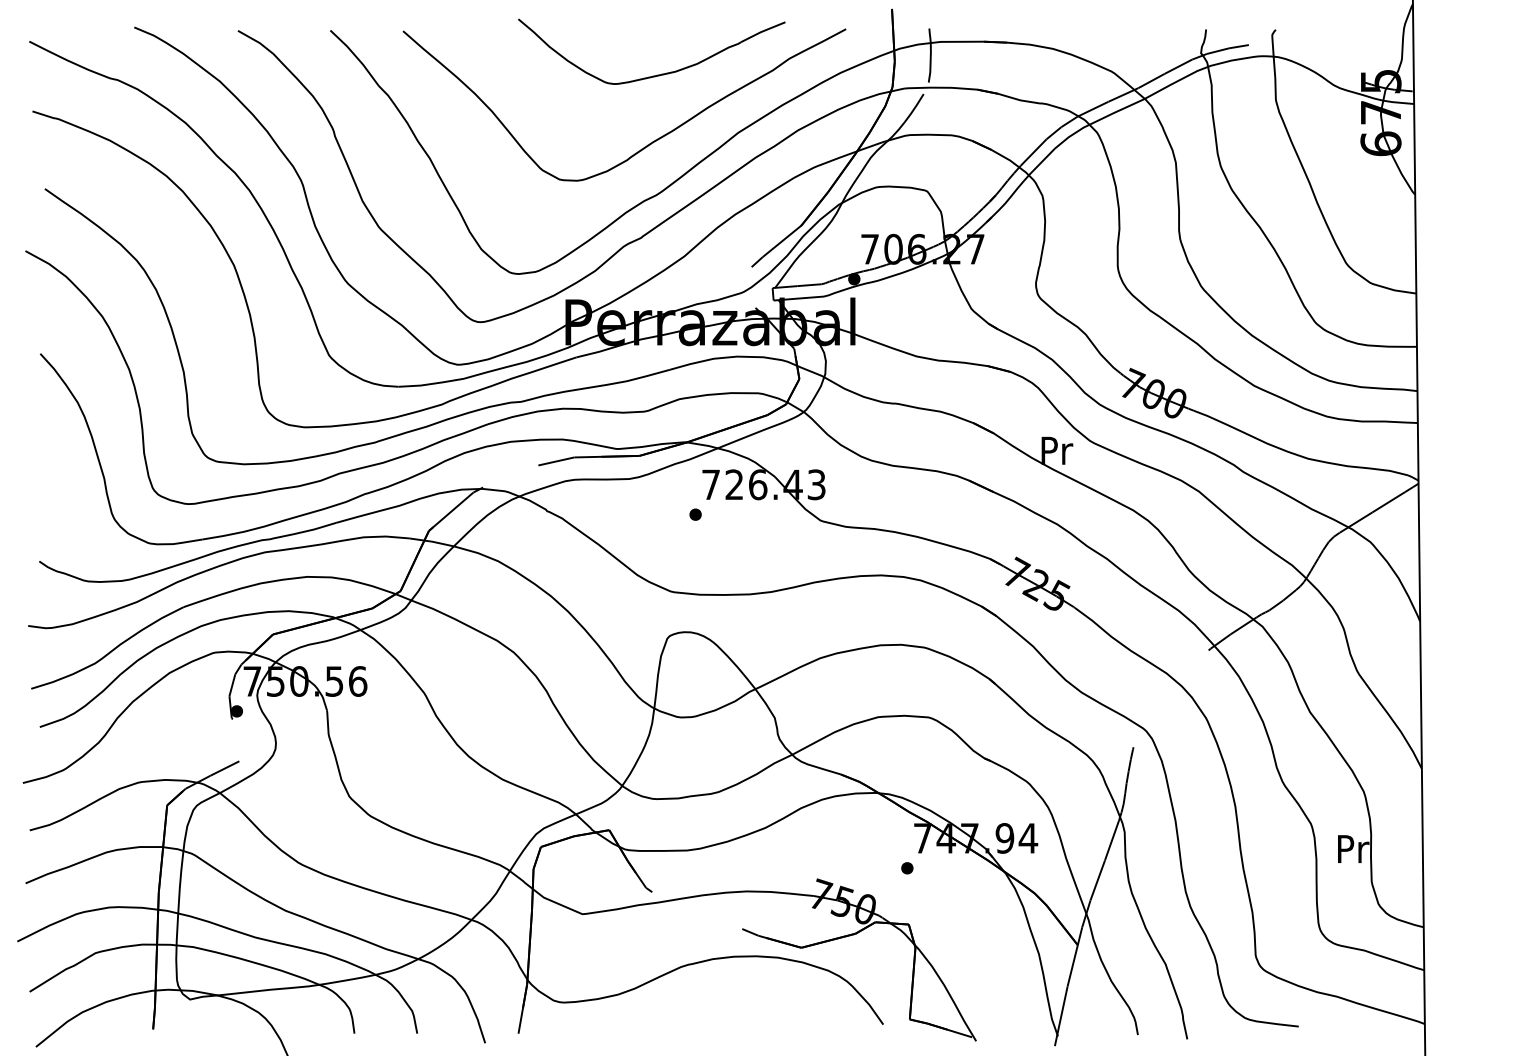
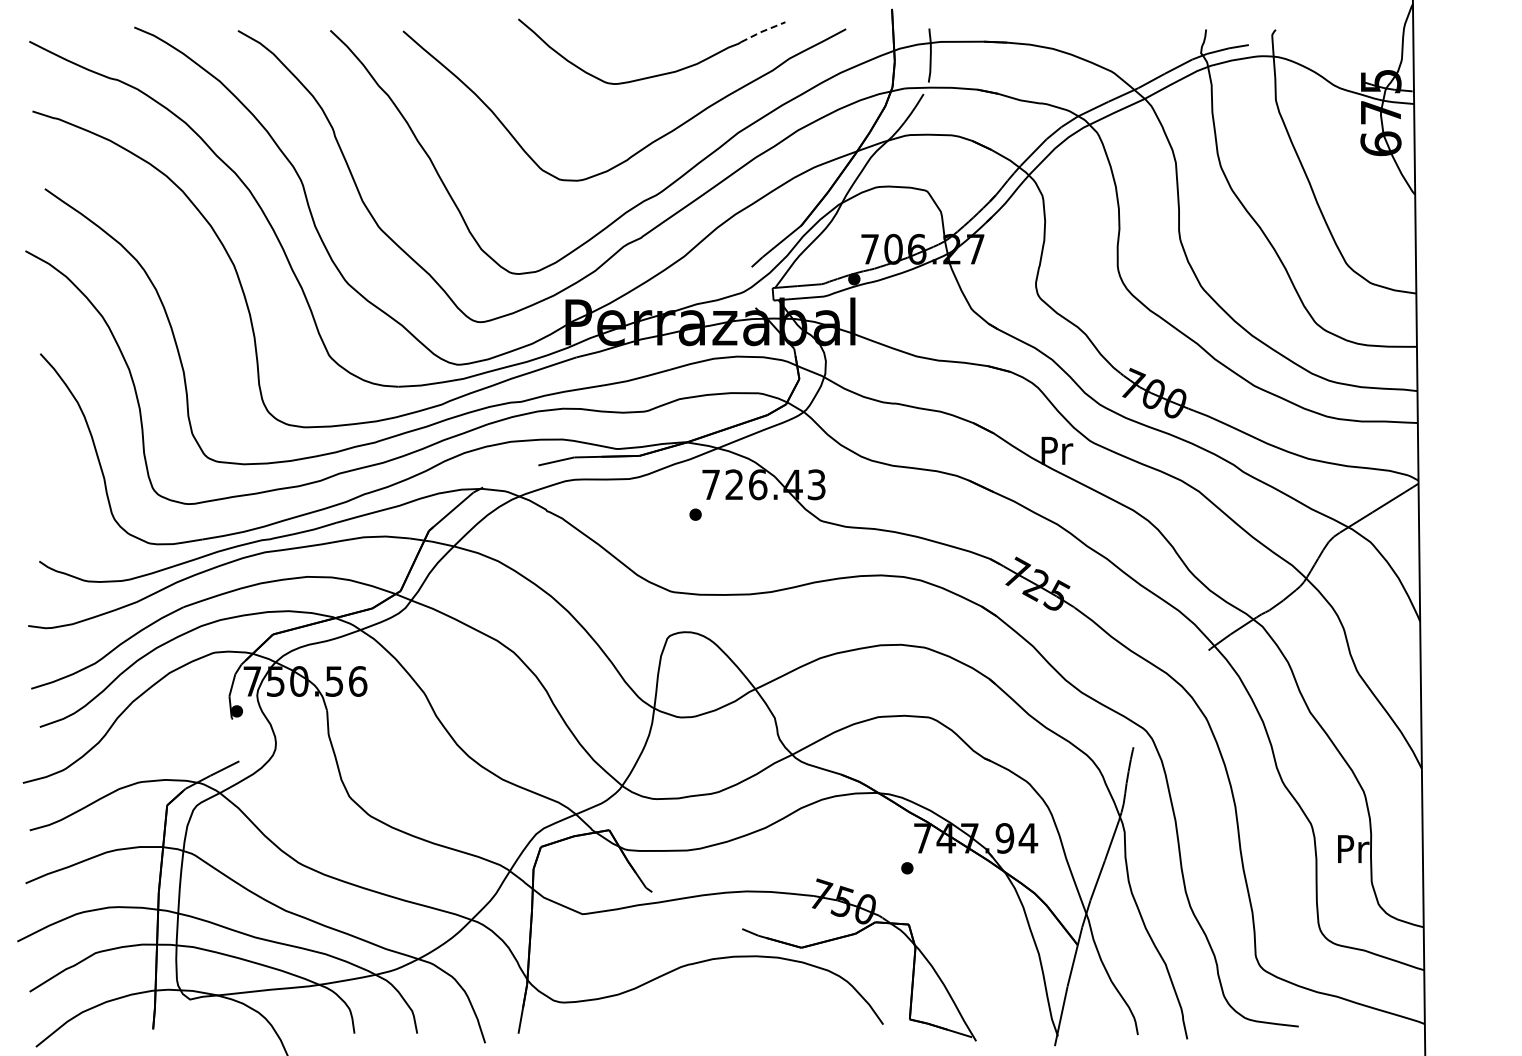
line at (762, 31): solid -> dashed
